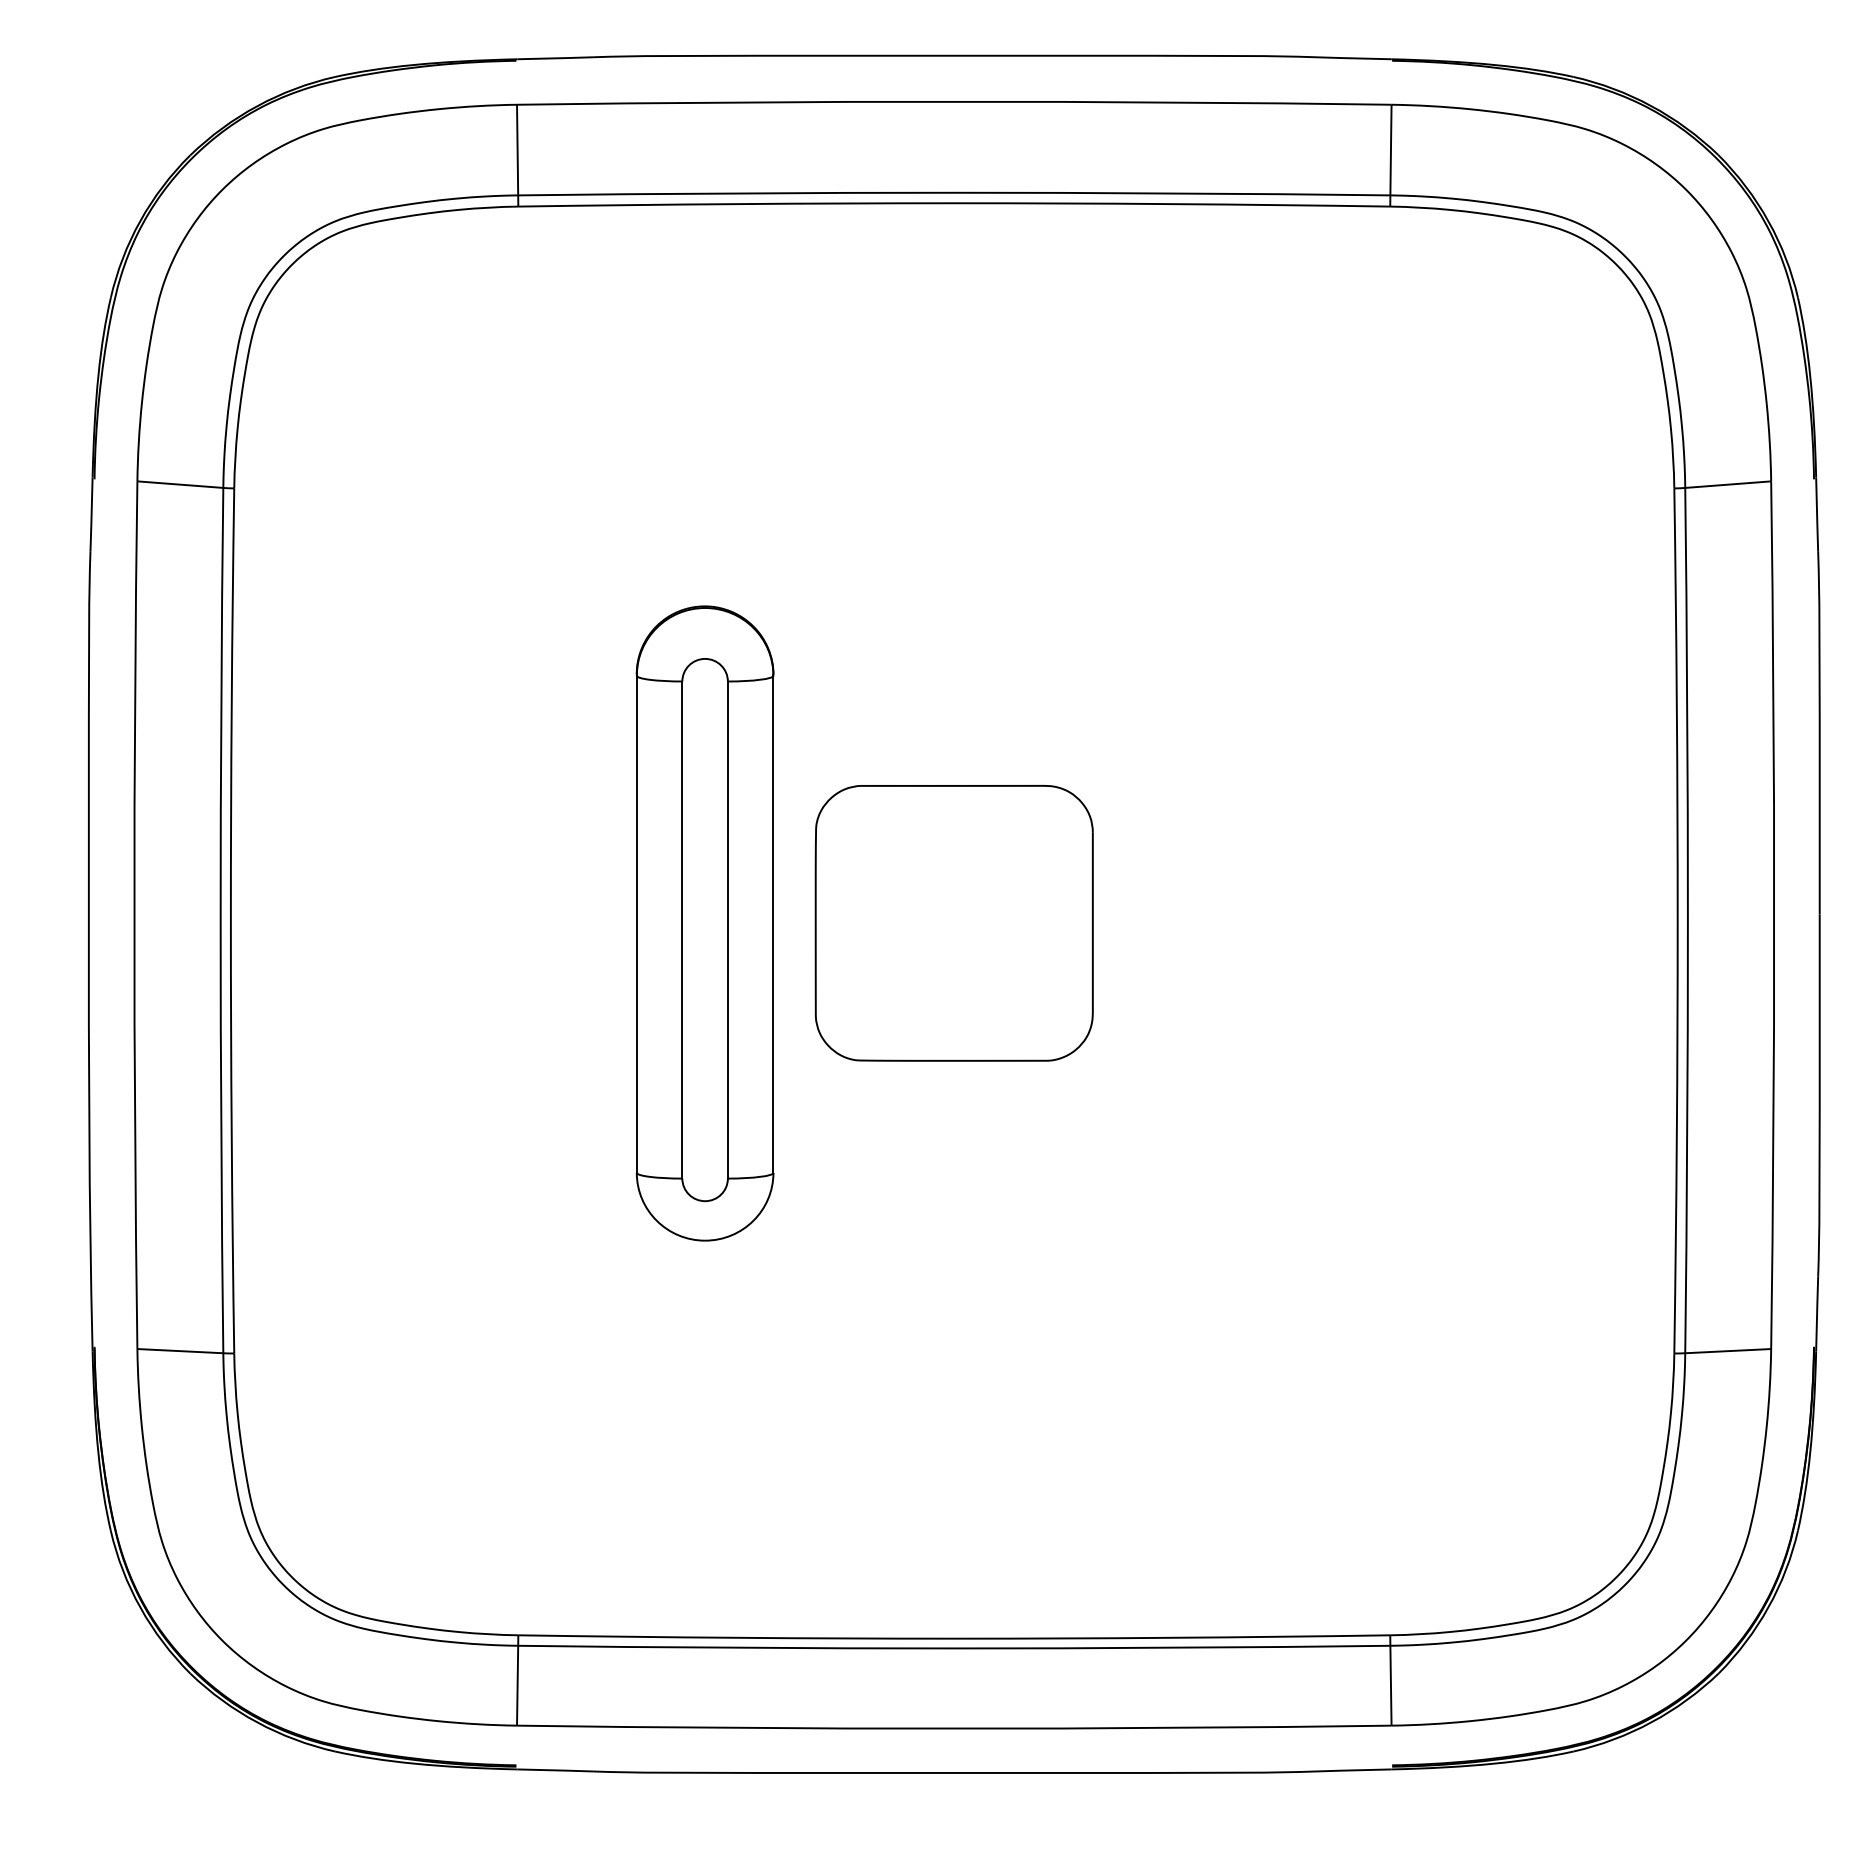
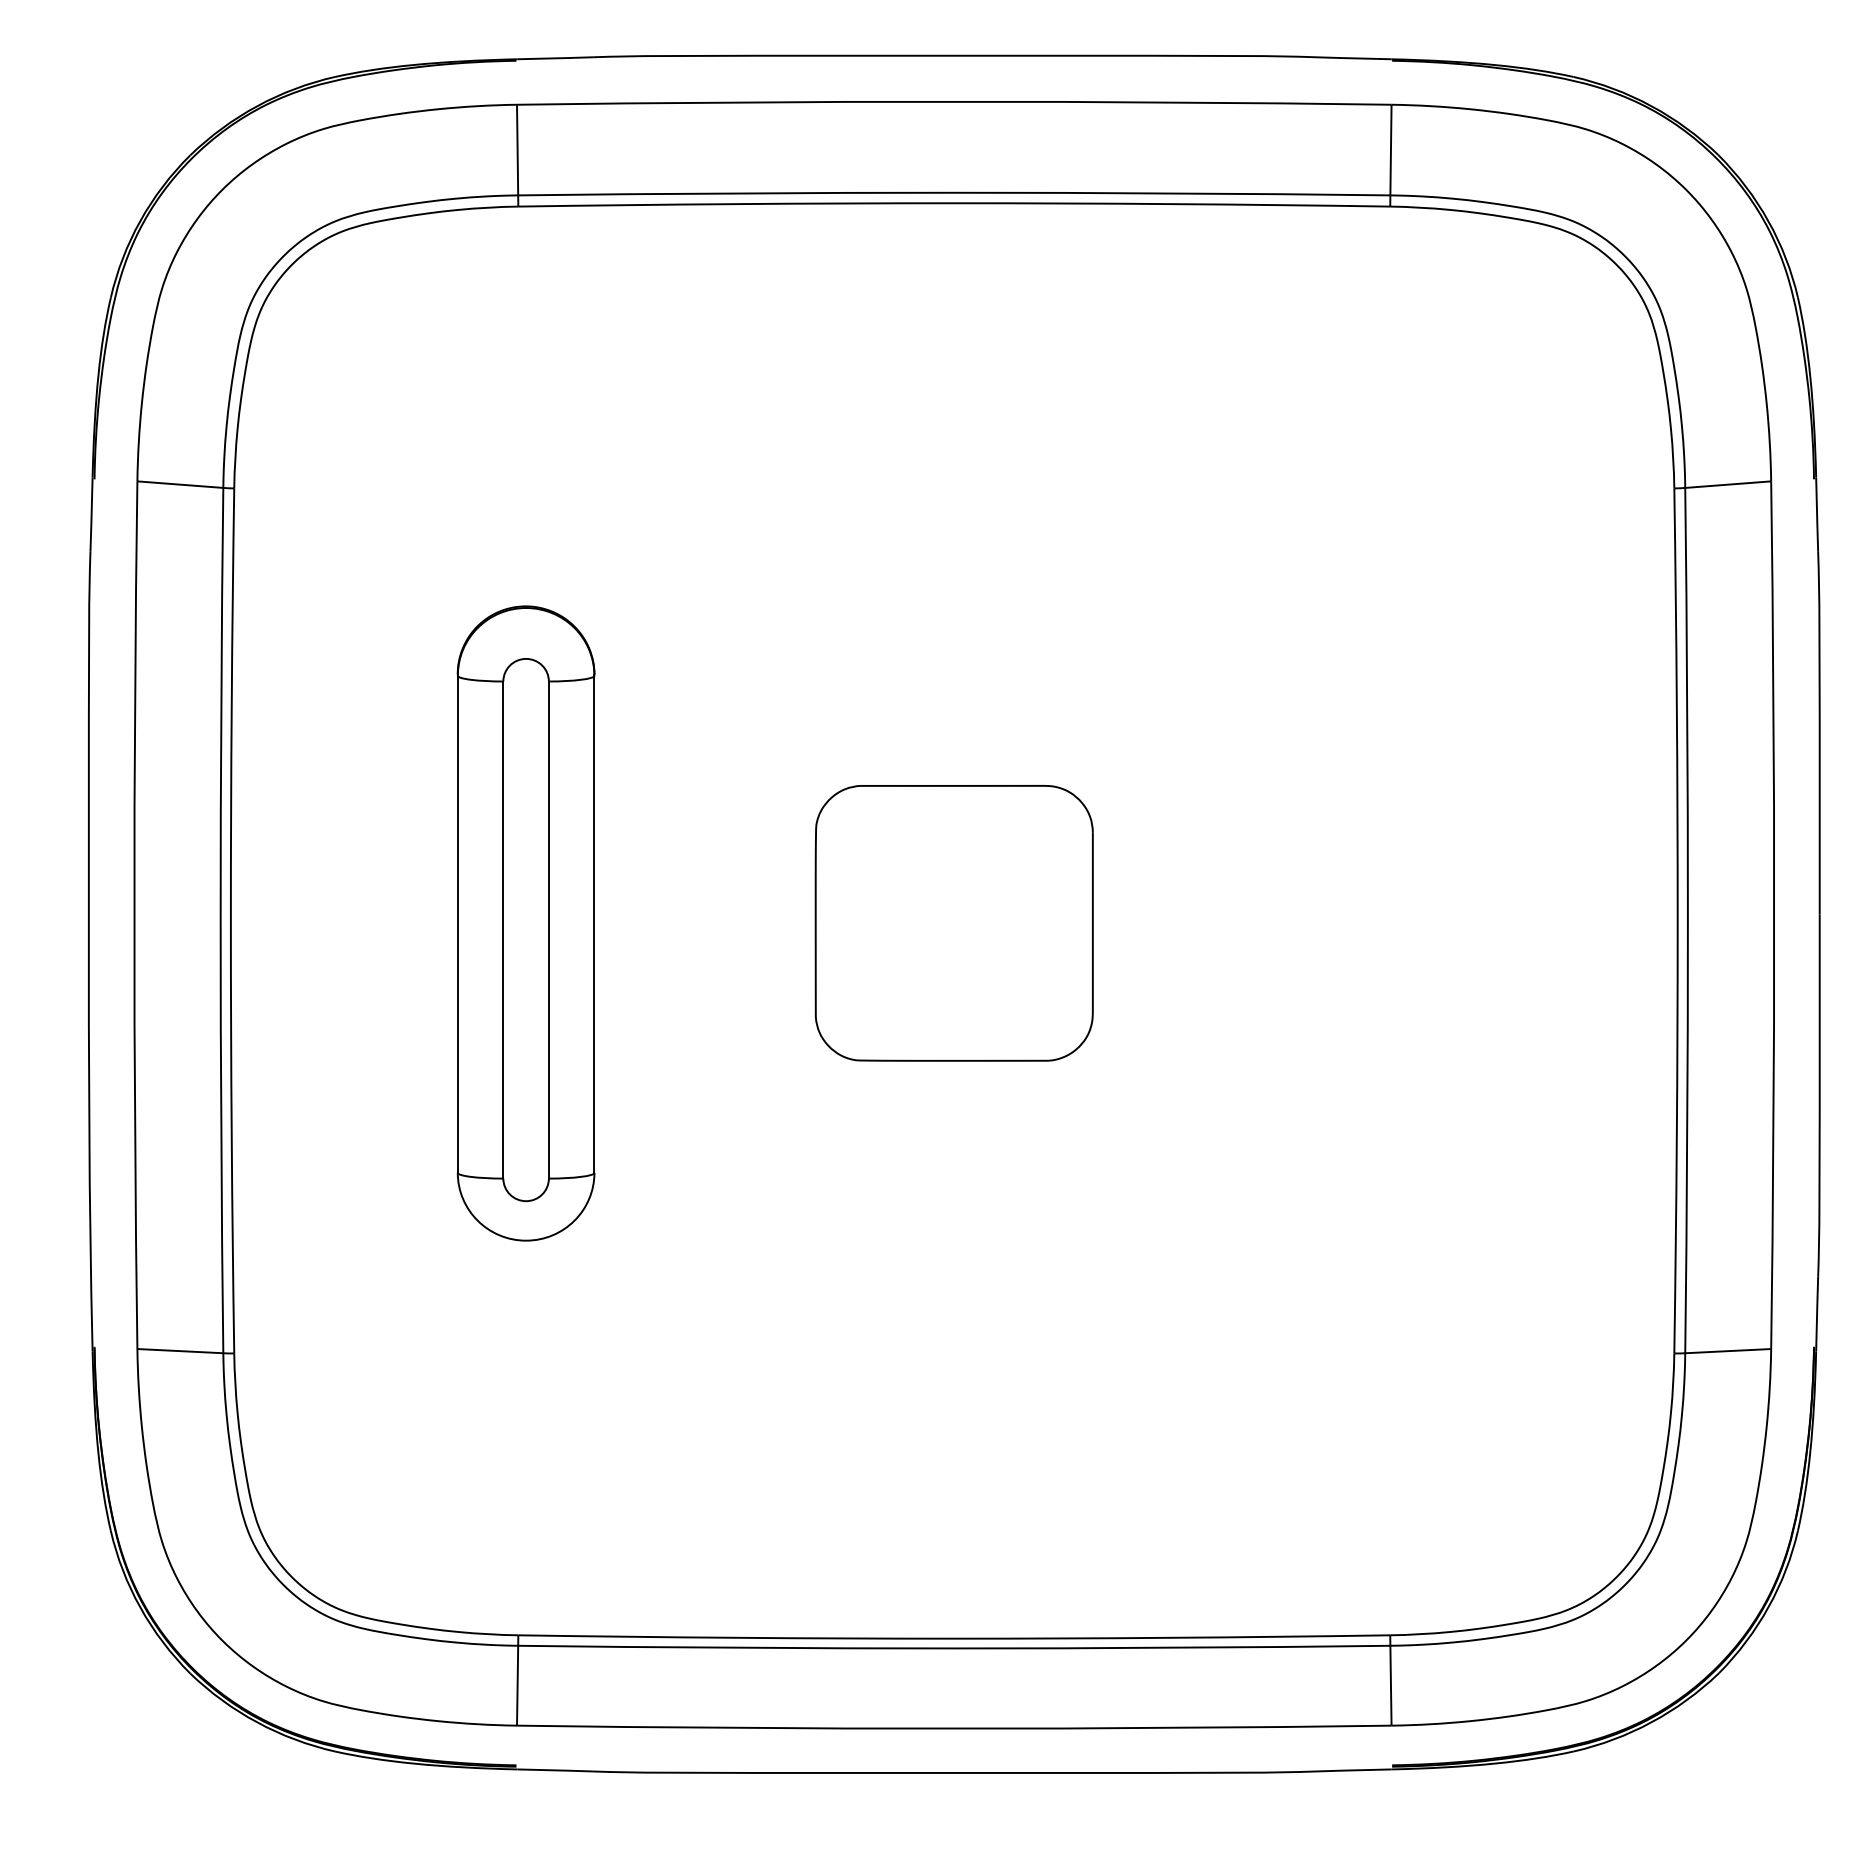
part at (704, 923) position: (704, 923) -> (525, 923)
